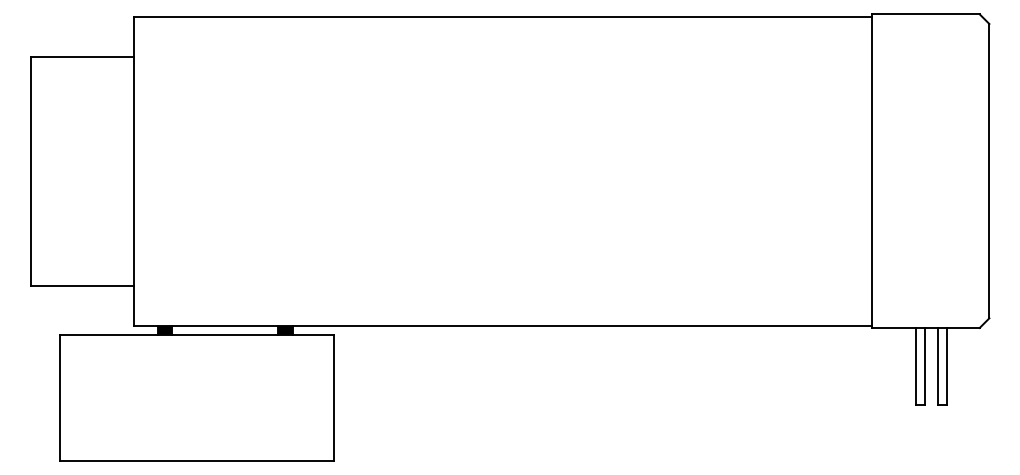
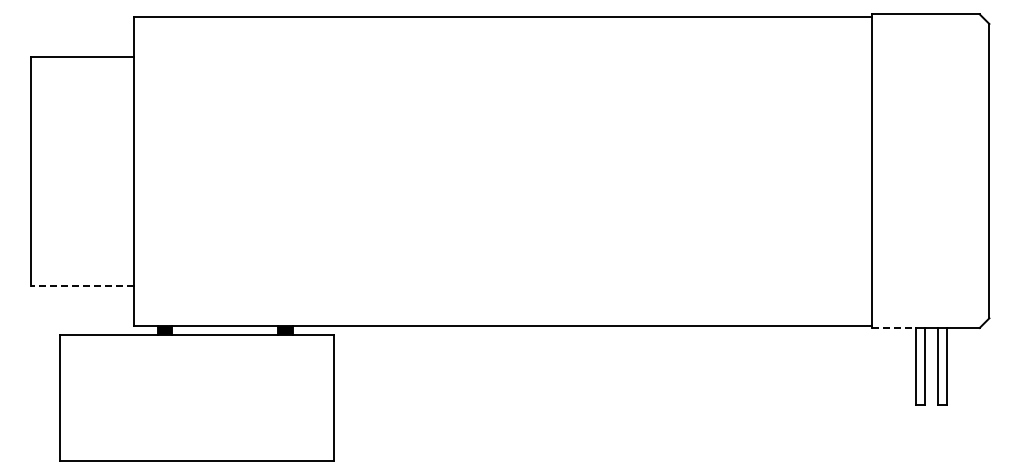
line at (82, 285): solid -> dashed
line at (894, 327): solid -> dashed
